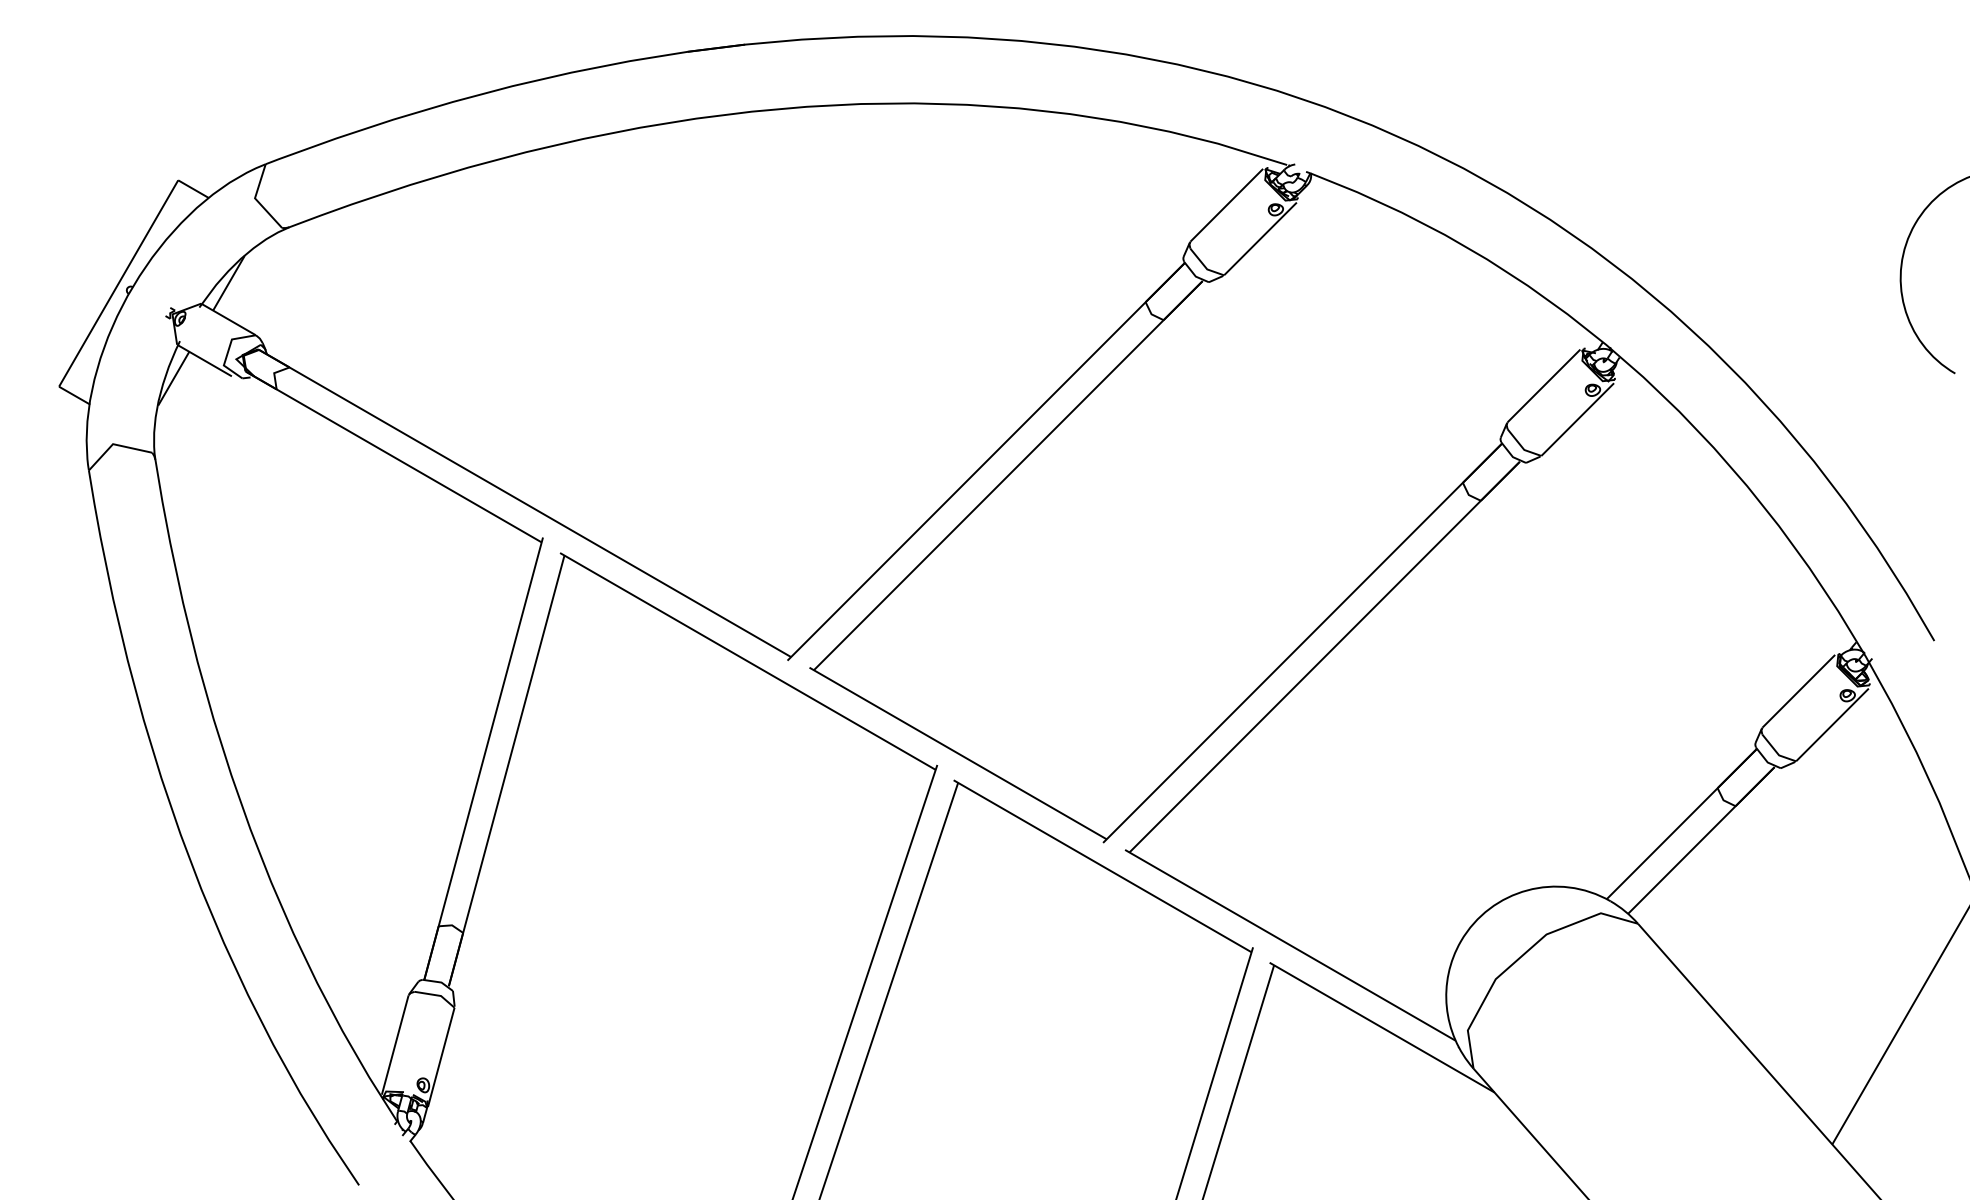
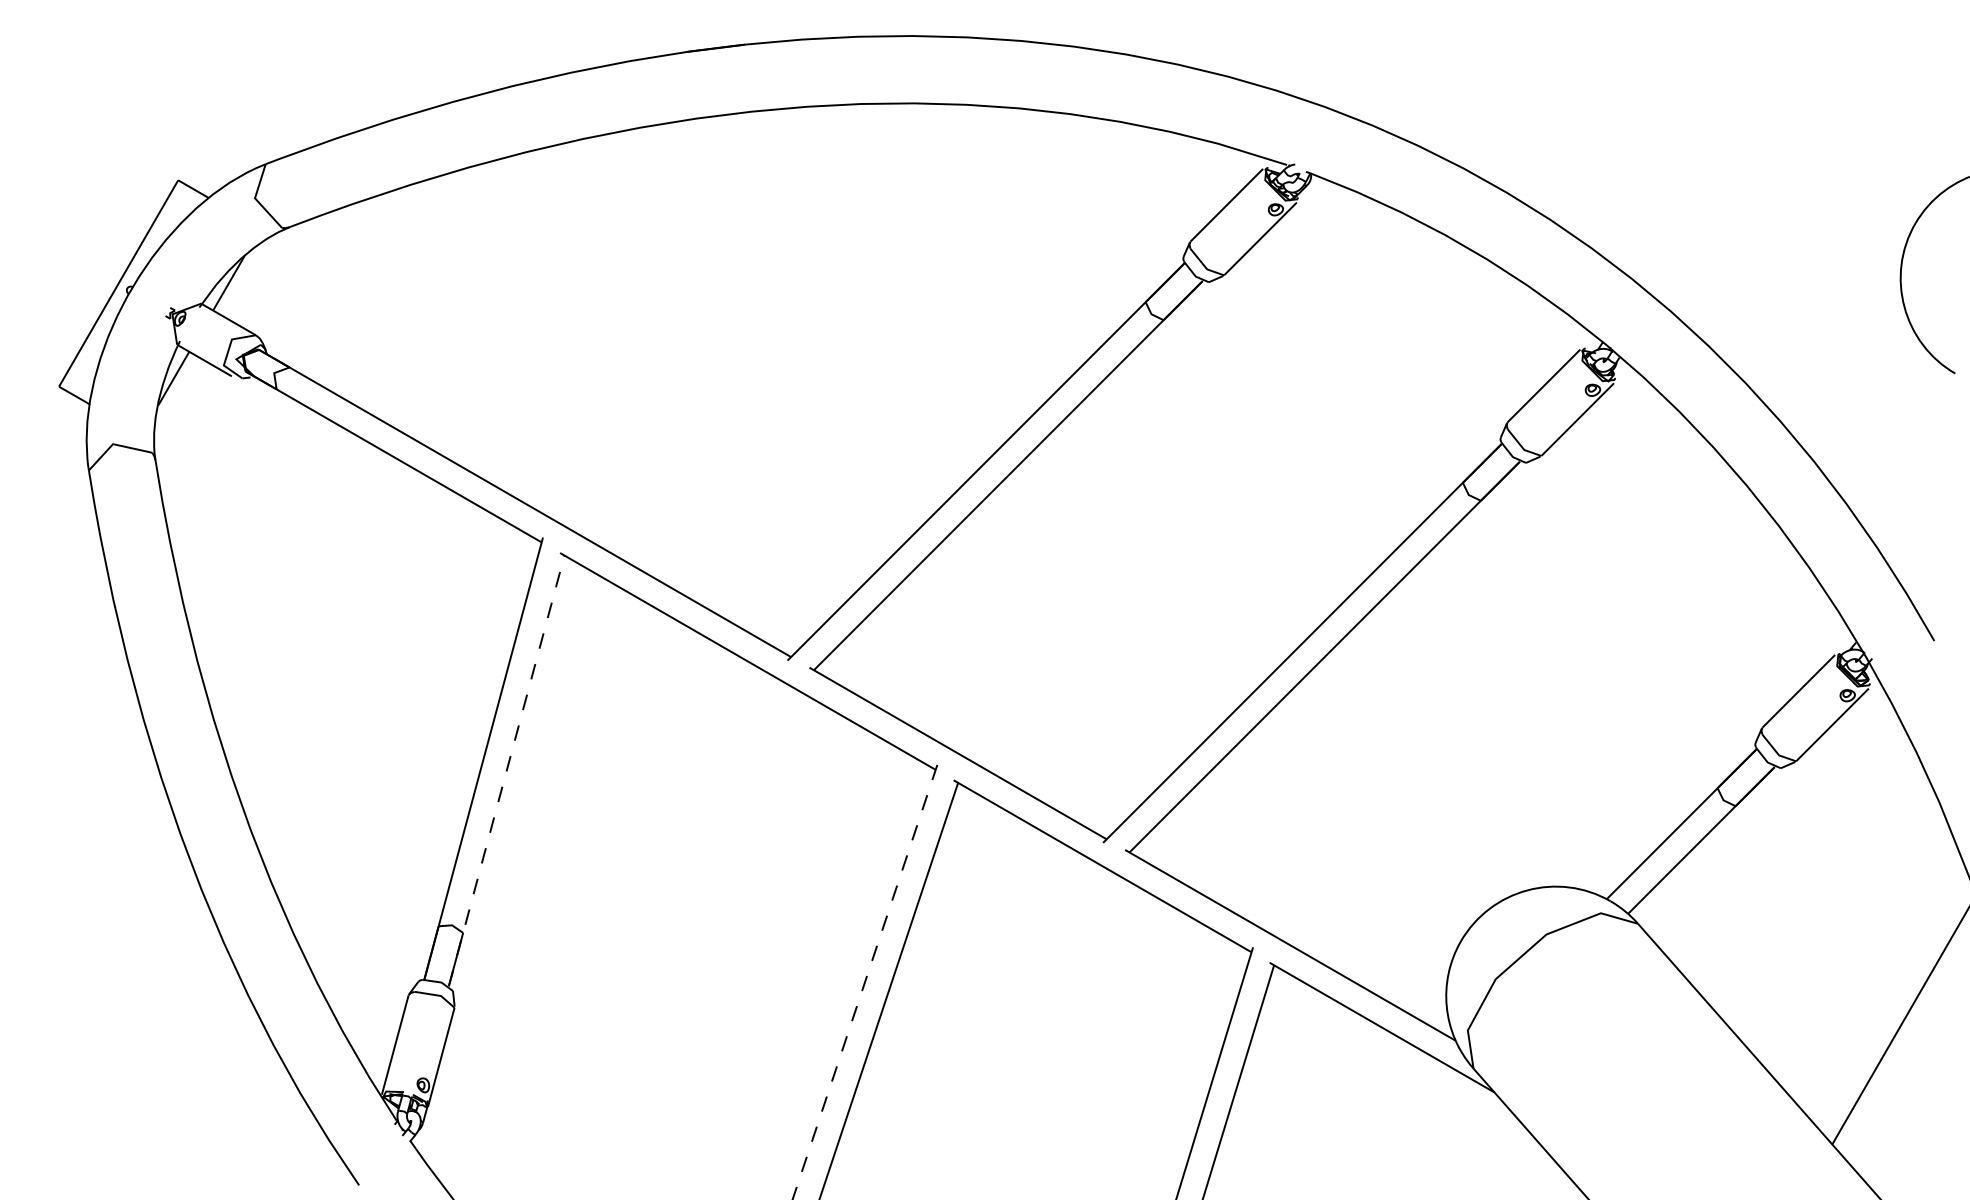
line at (506, 770): solid -> dashed
line at (865, 982): solid -> dashed
